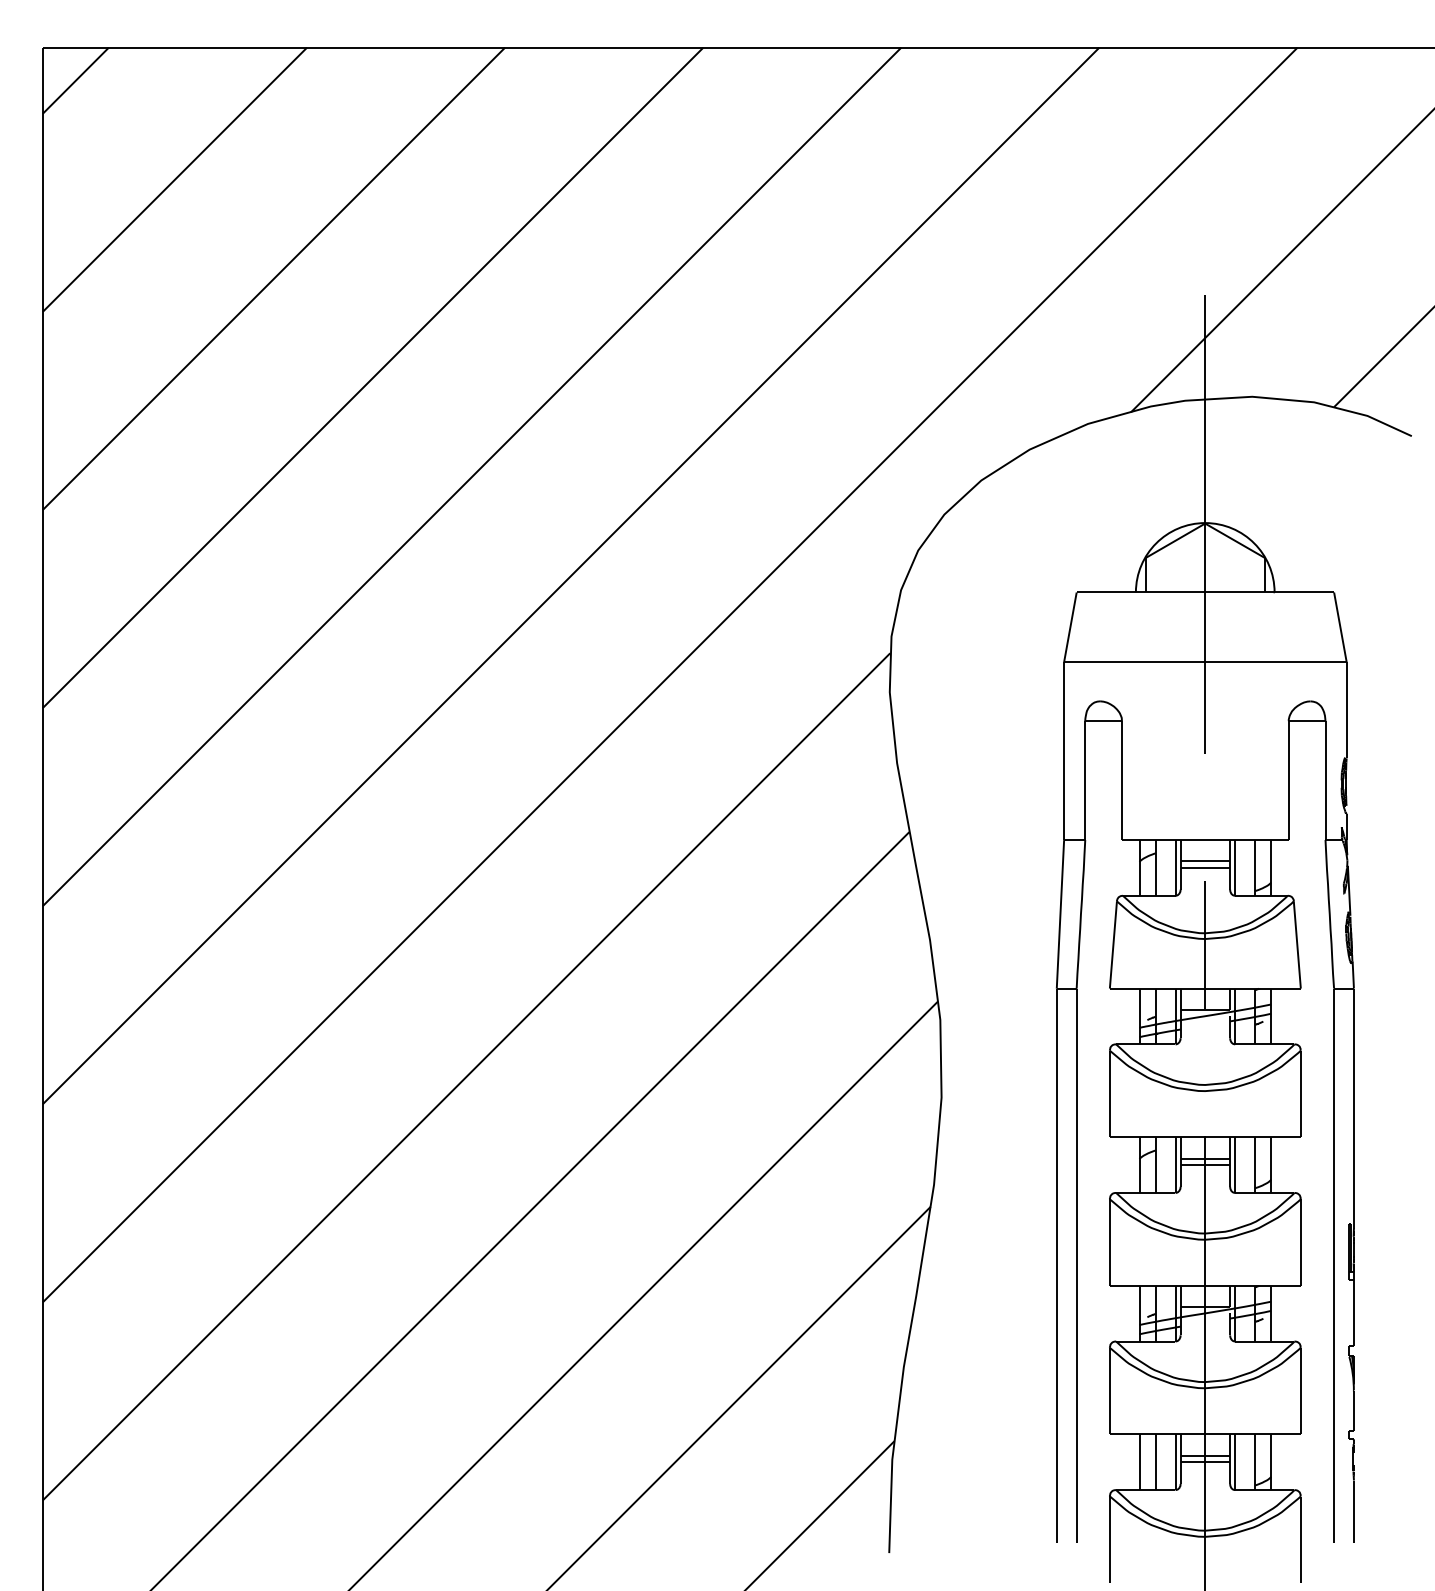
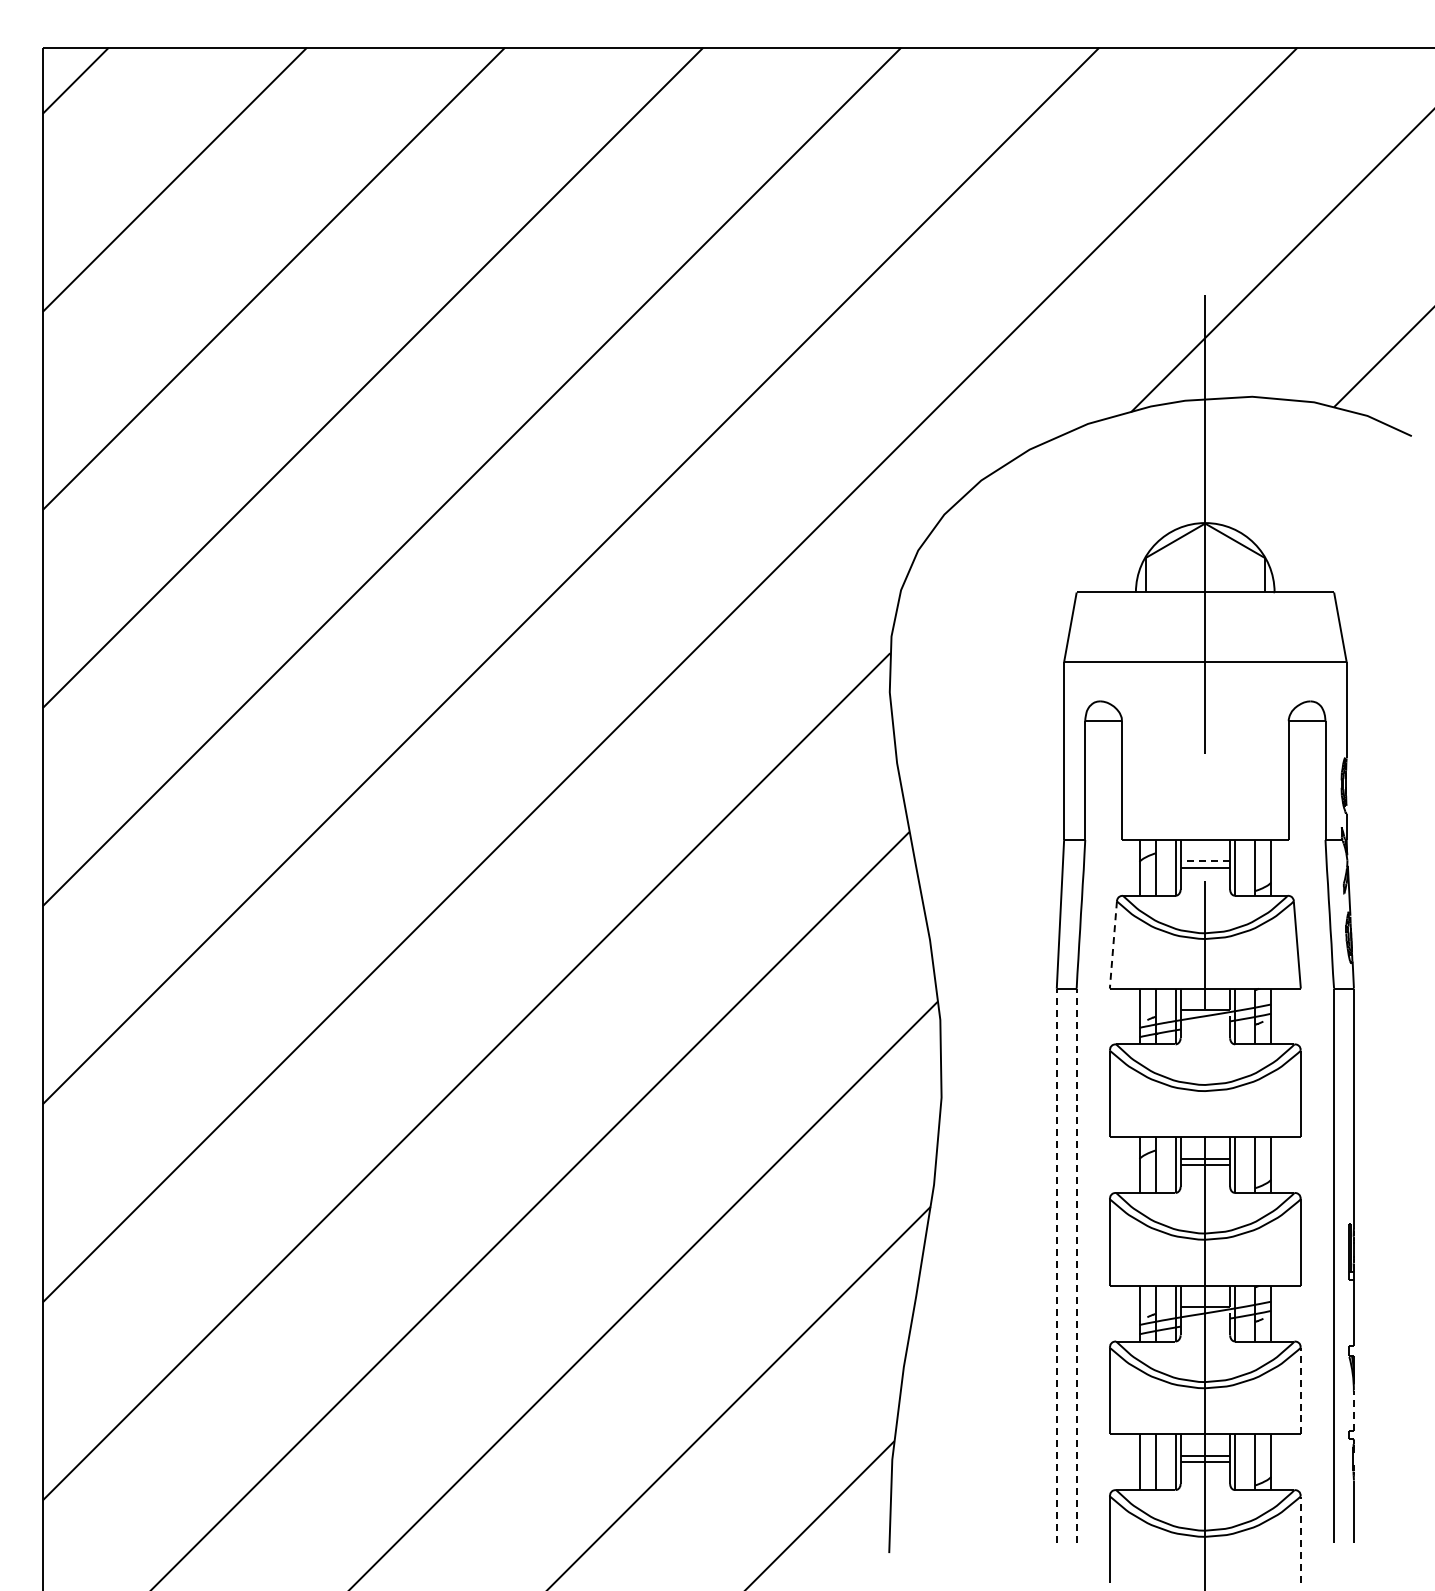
line at (1205, 861): solid -> dashed
line at (1113, 944): solid -> dashed
line at (1056, 1265): solid -> dashed
line at (1076, 1265): solid -> dashed
line at (1300, 1390): solid -> dashed
line at (1353, 1410): solid -> dashed
line at (1300, 1539): solid -> dashed
